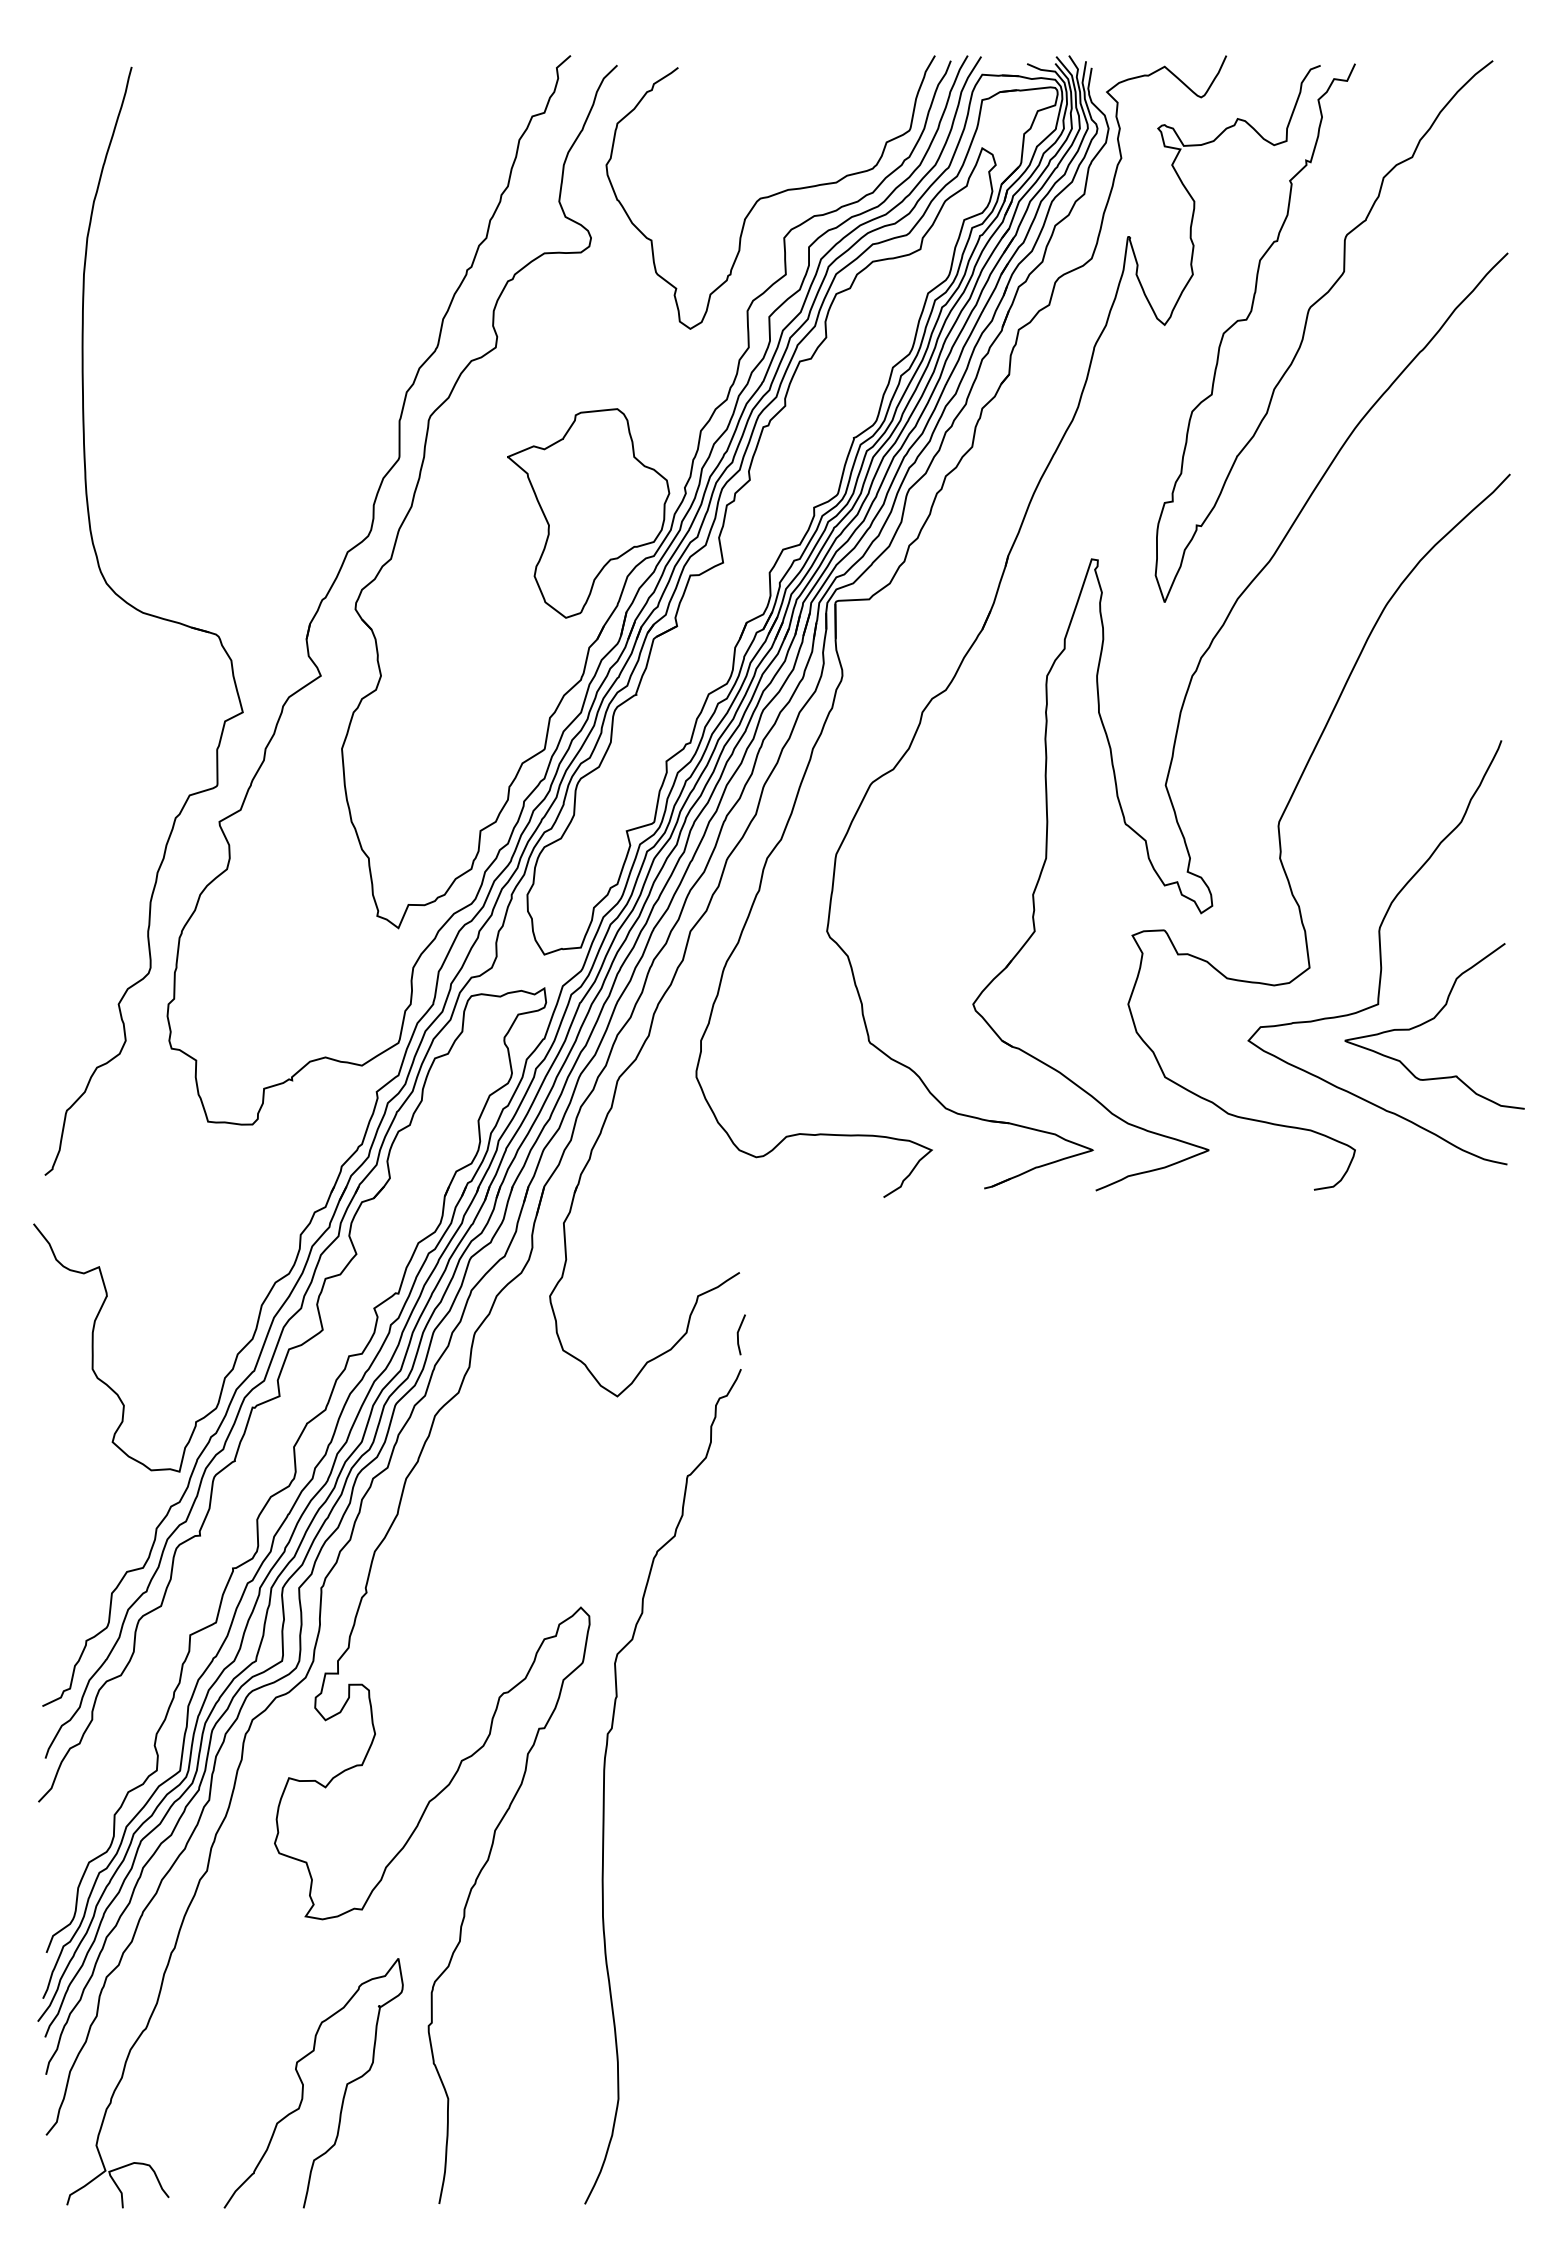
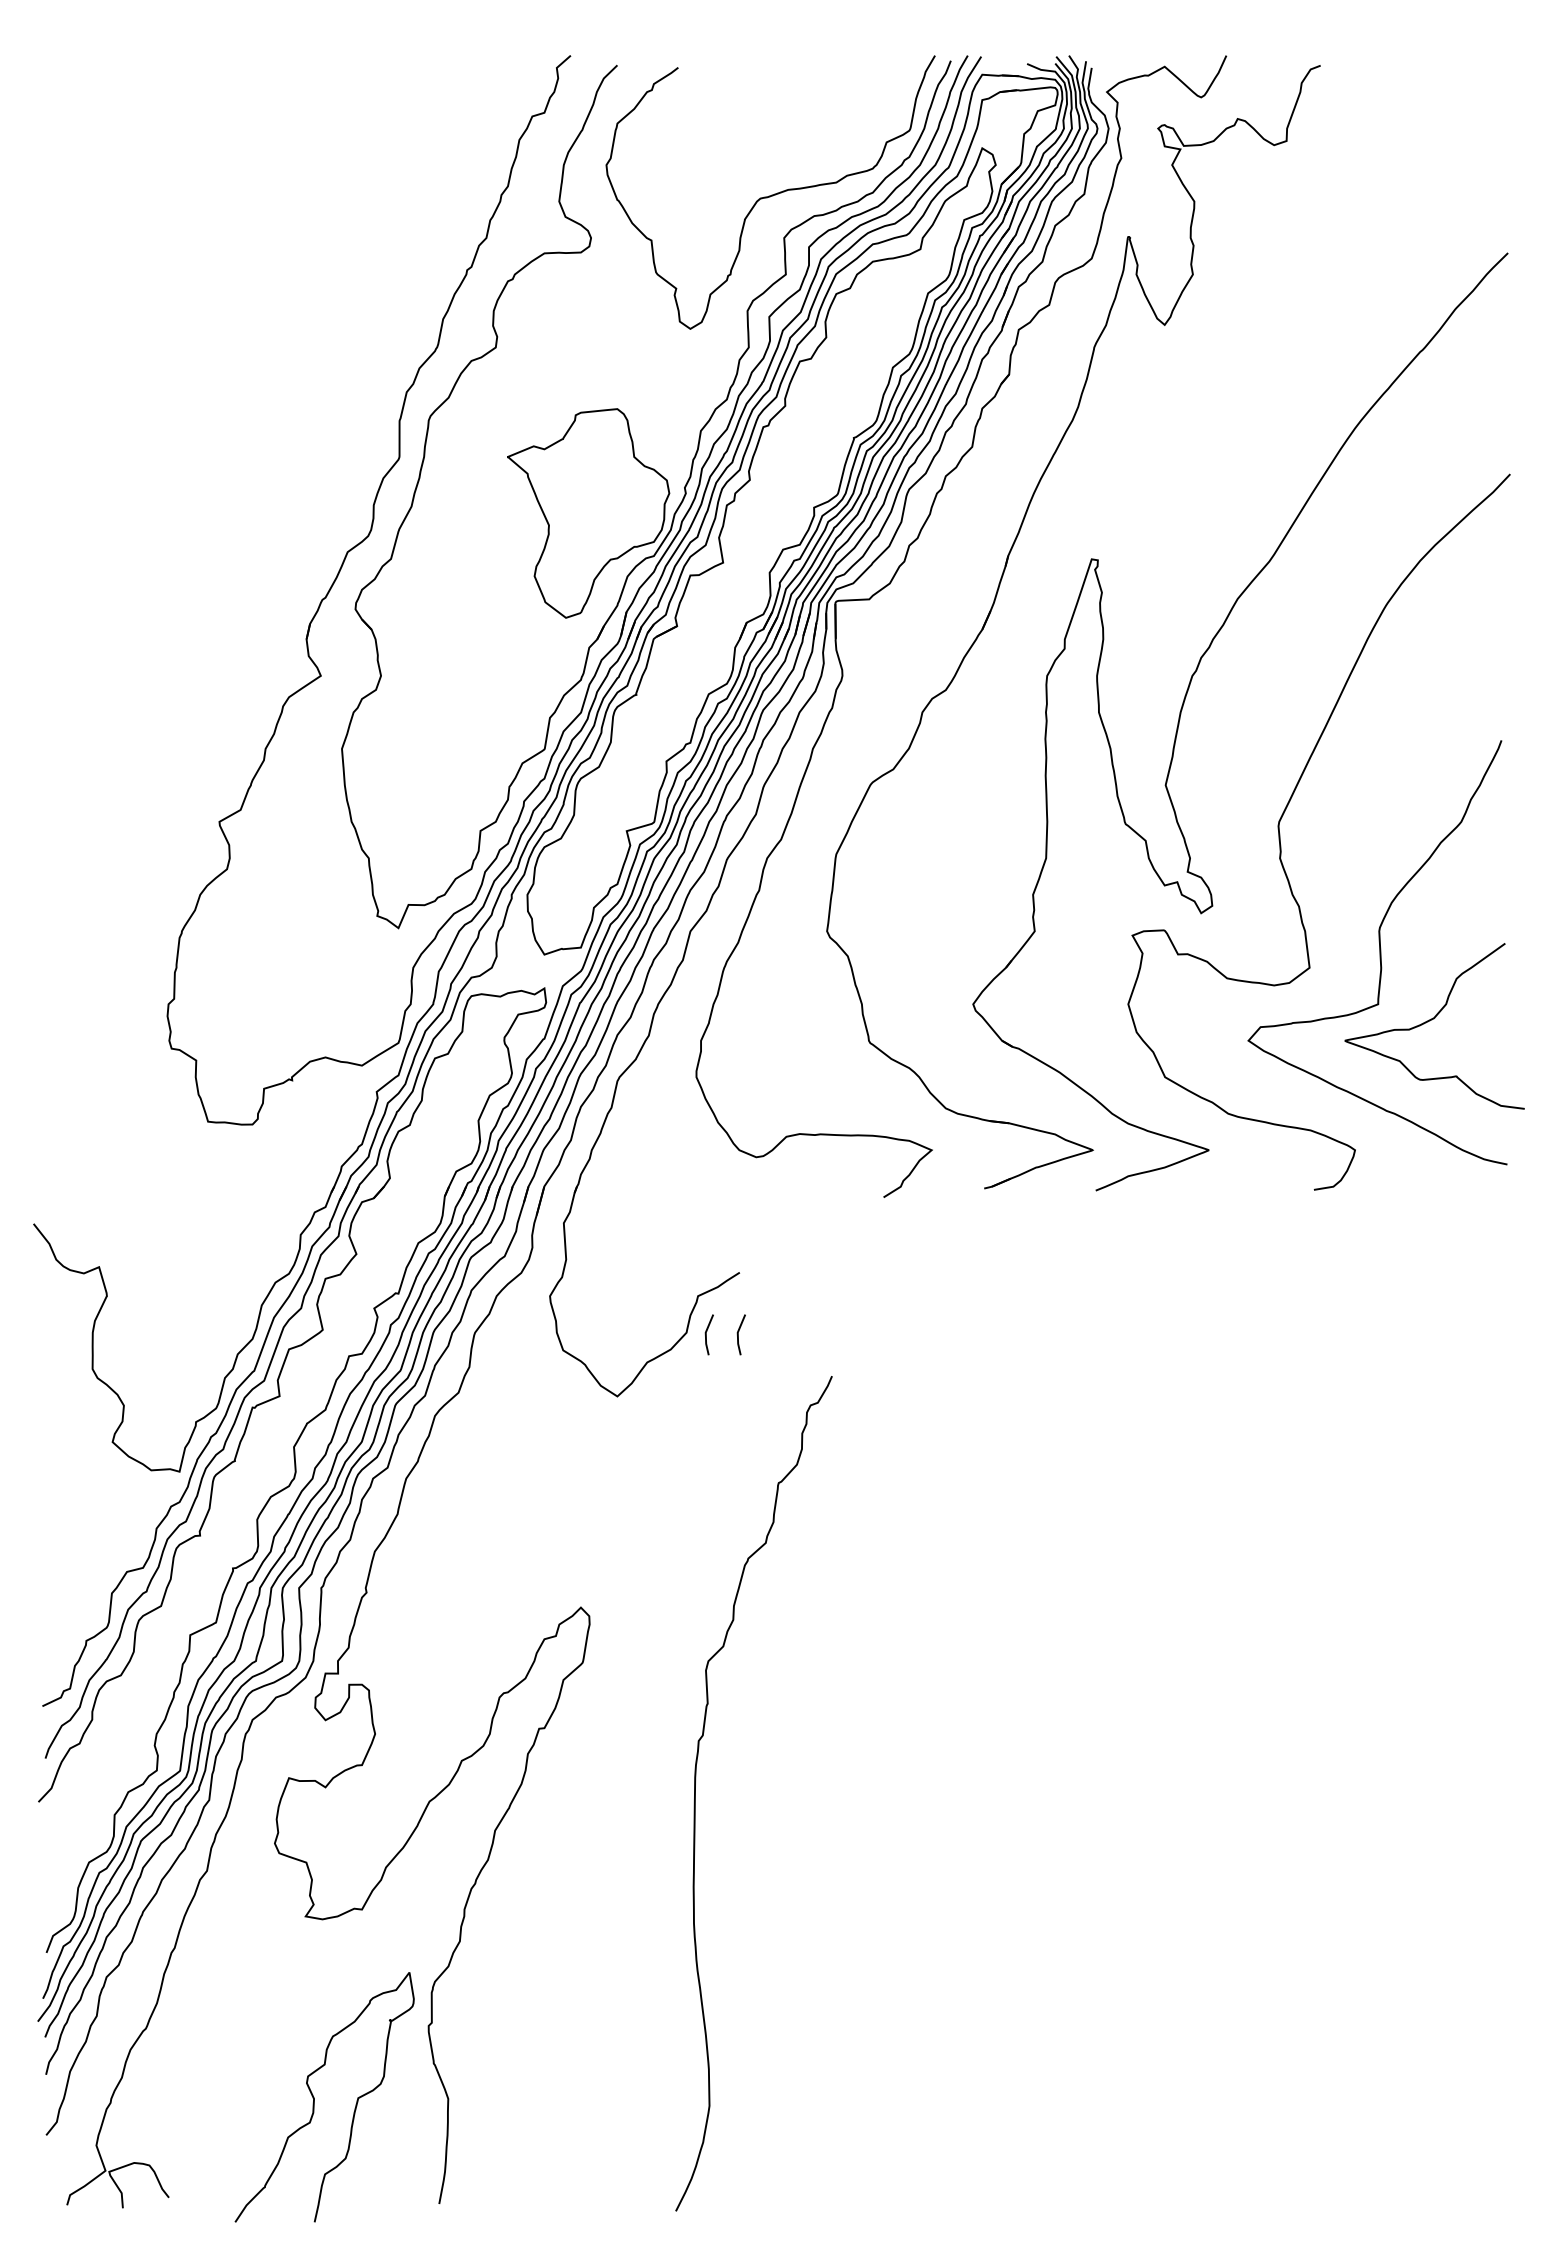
curve at (1306, 326): present -> none
part at (144, 614): present -> none
line at (706, 1334): none -> present
curve at (604, 1786) position: (604, 1786) -> (695, 1793)
curve at (303, 2083) position: (303, 2083) -> (314, 2097)
